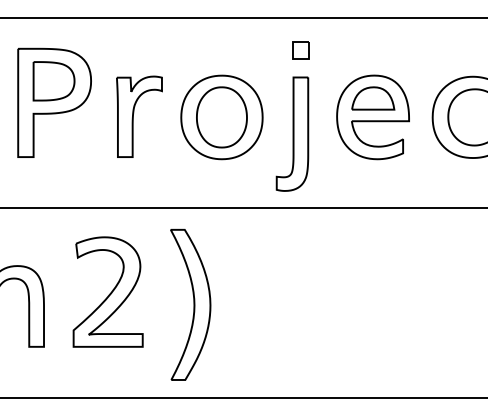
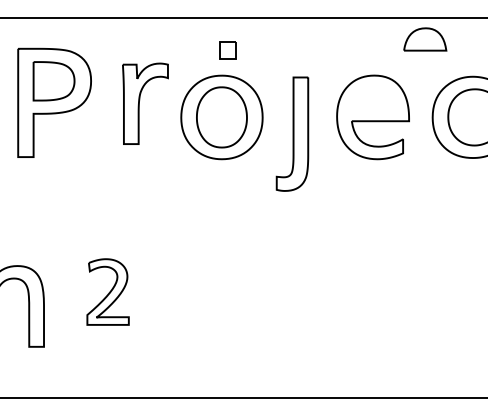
part at (300, 50) position: (300, 50) -> (227, 50)
part at (373, 98) position: (373, 98) -> (425, 39)
part at (139, 116) position: (139, 116) -> (145, 103)
line at (243, 208): present -> none
part at (107, 291) size: 72x112 px -> 44x68 px
part at (190, 304): present -> none
